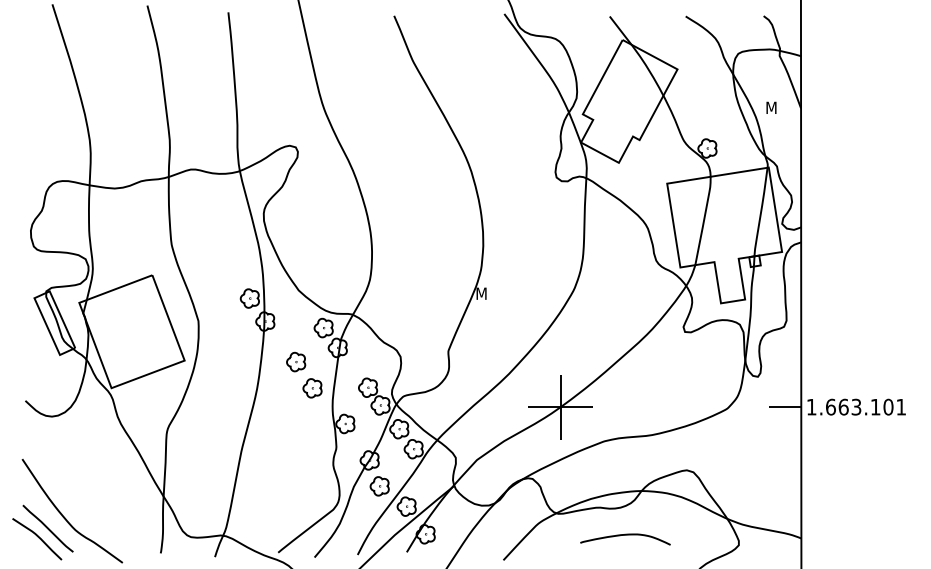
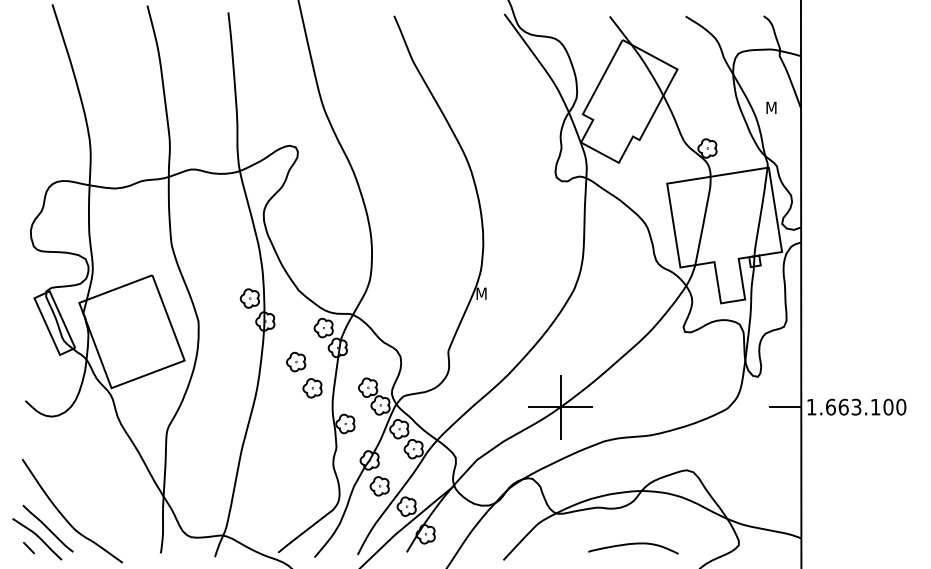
text at (901, 406): 1.663.101 -> 1.663.100
curve at (625, 535) position: (625, 535) -> (633, 544)
line at (28, 547): none -> present
